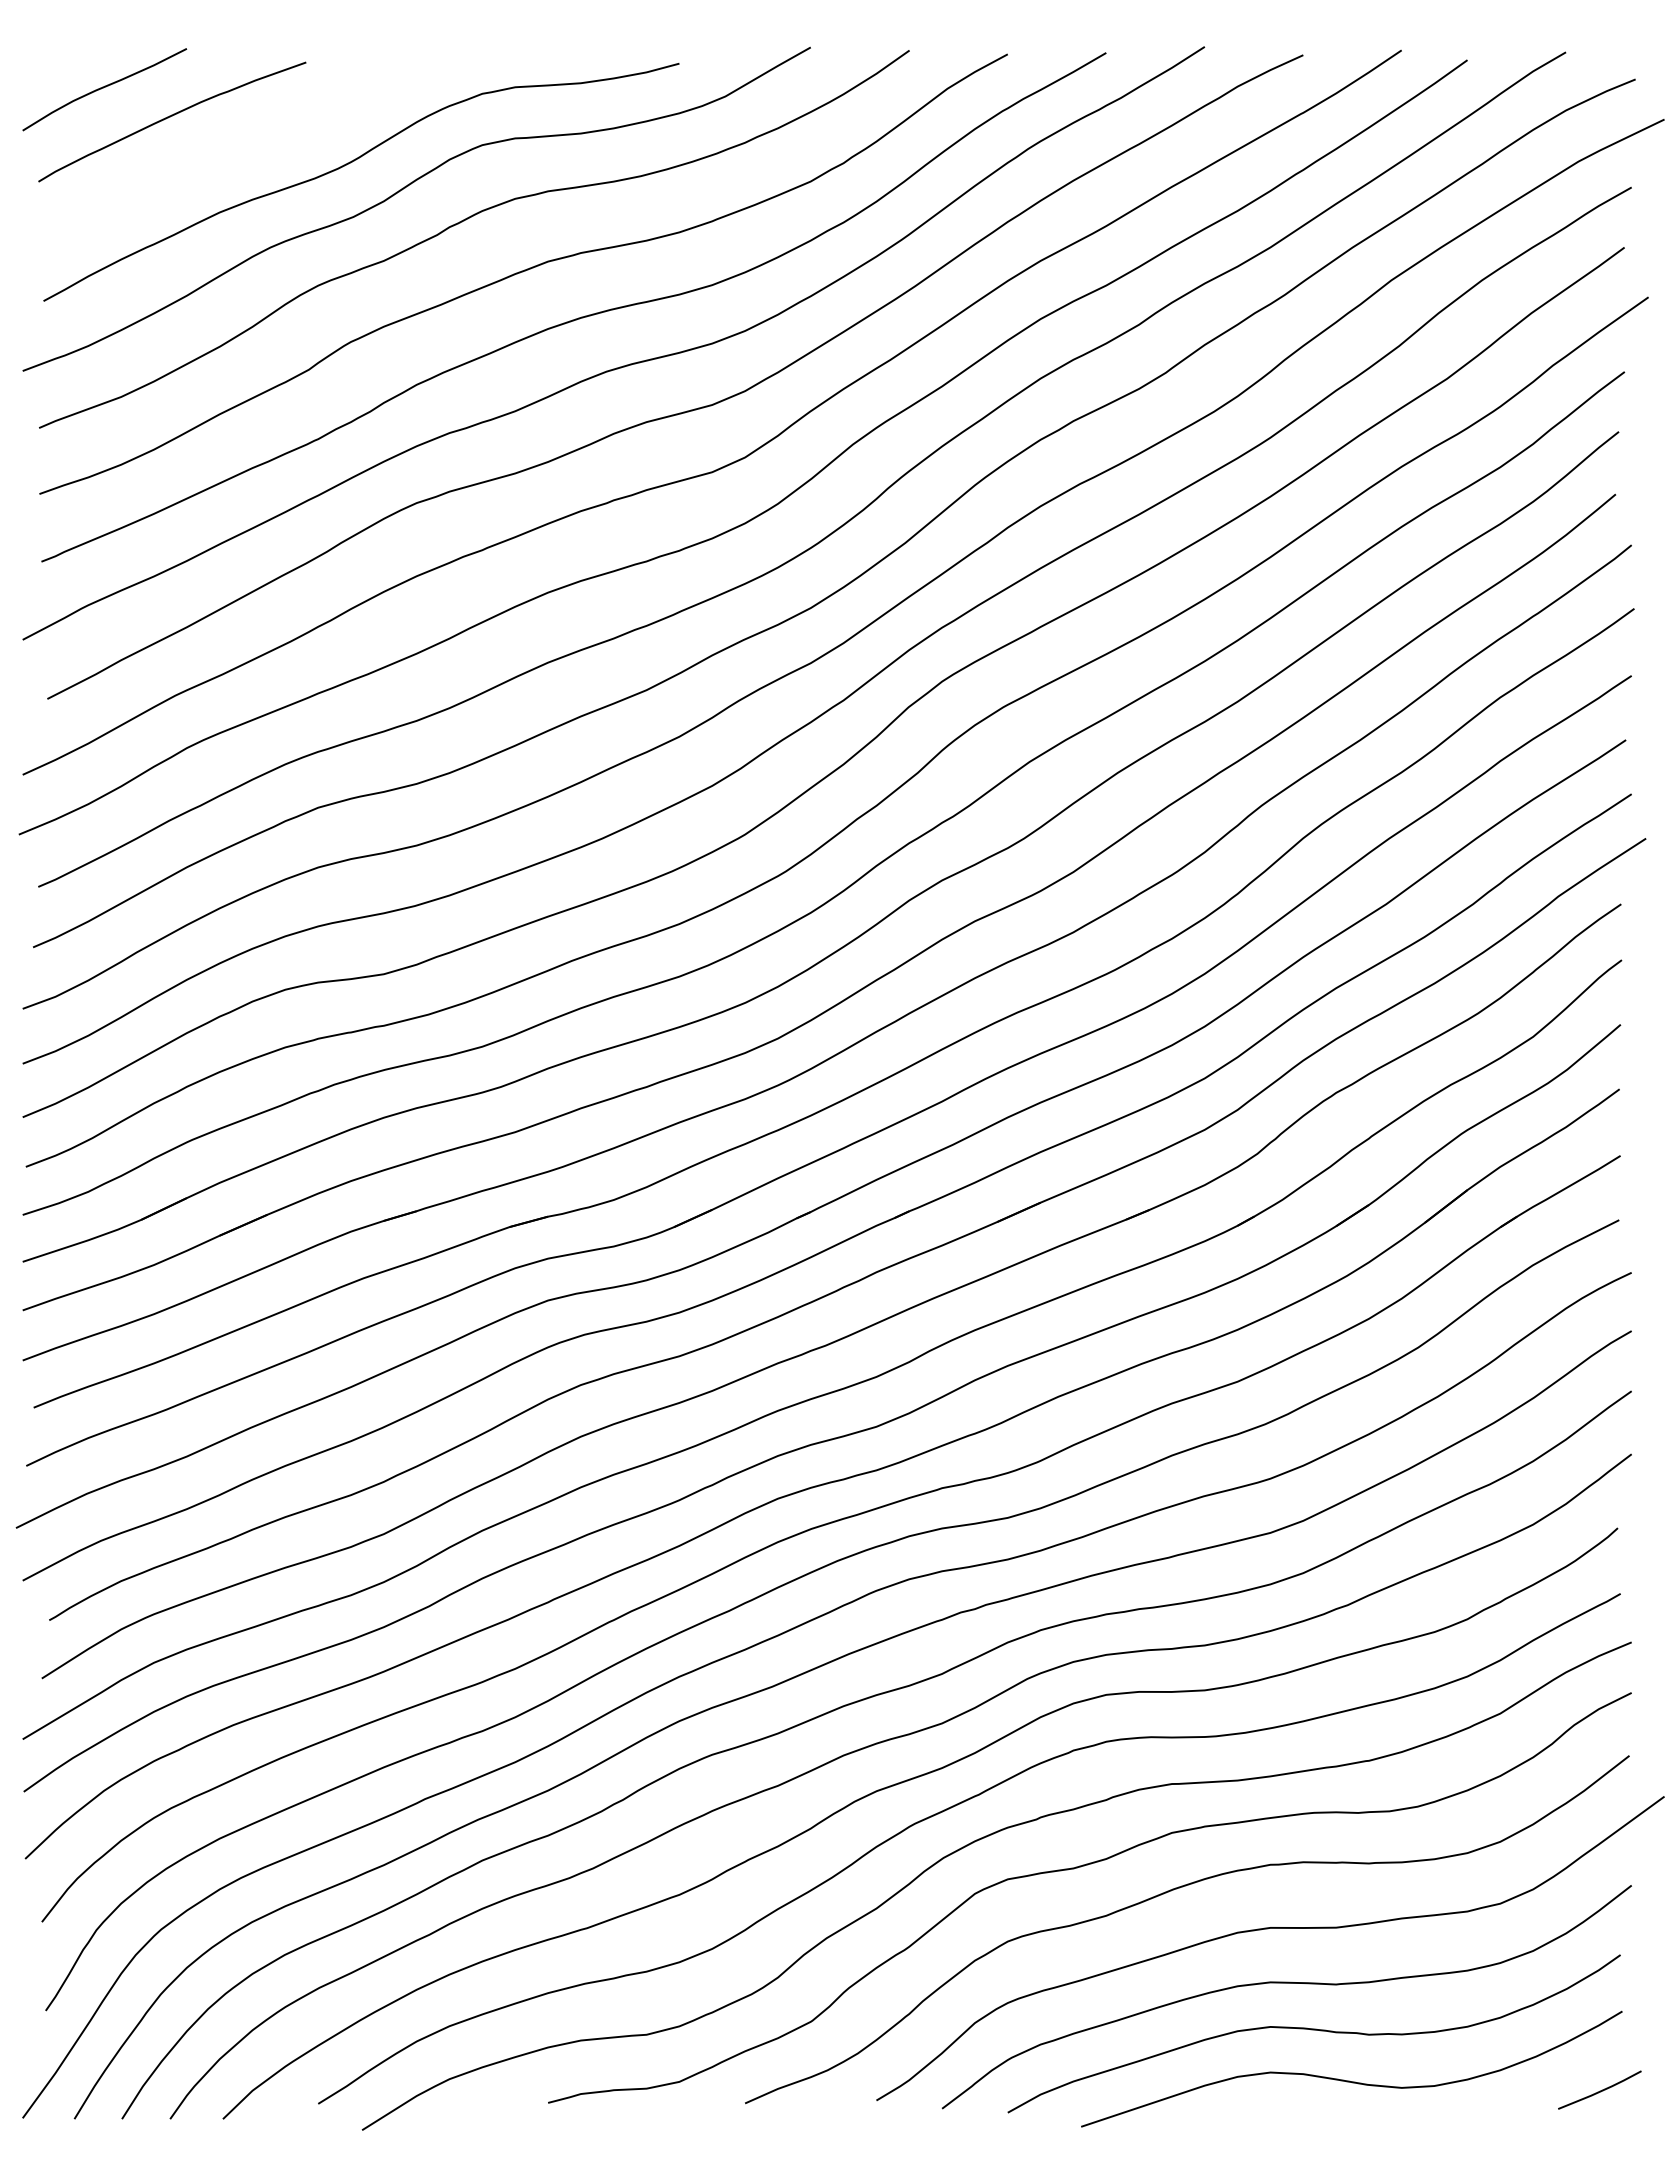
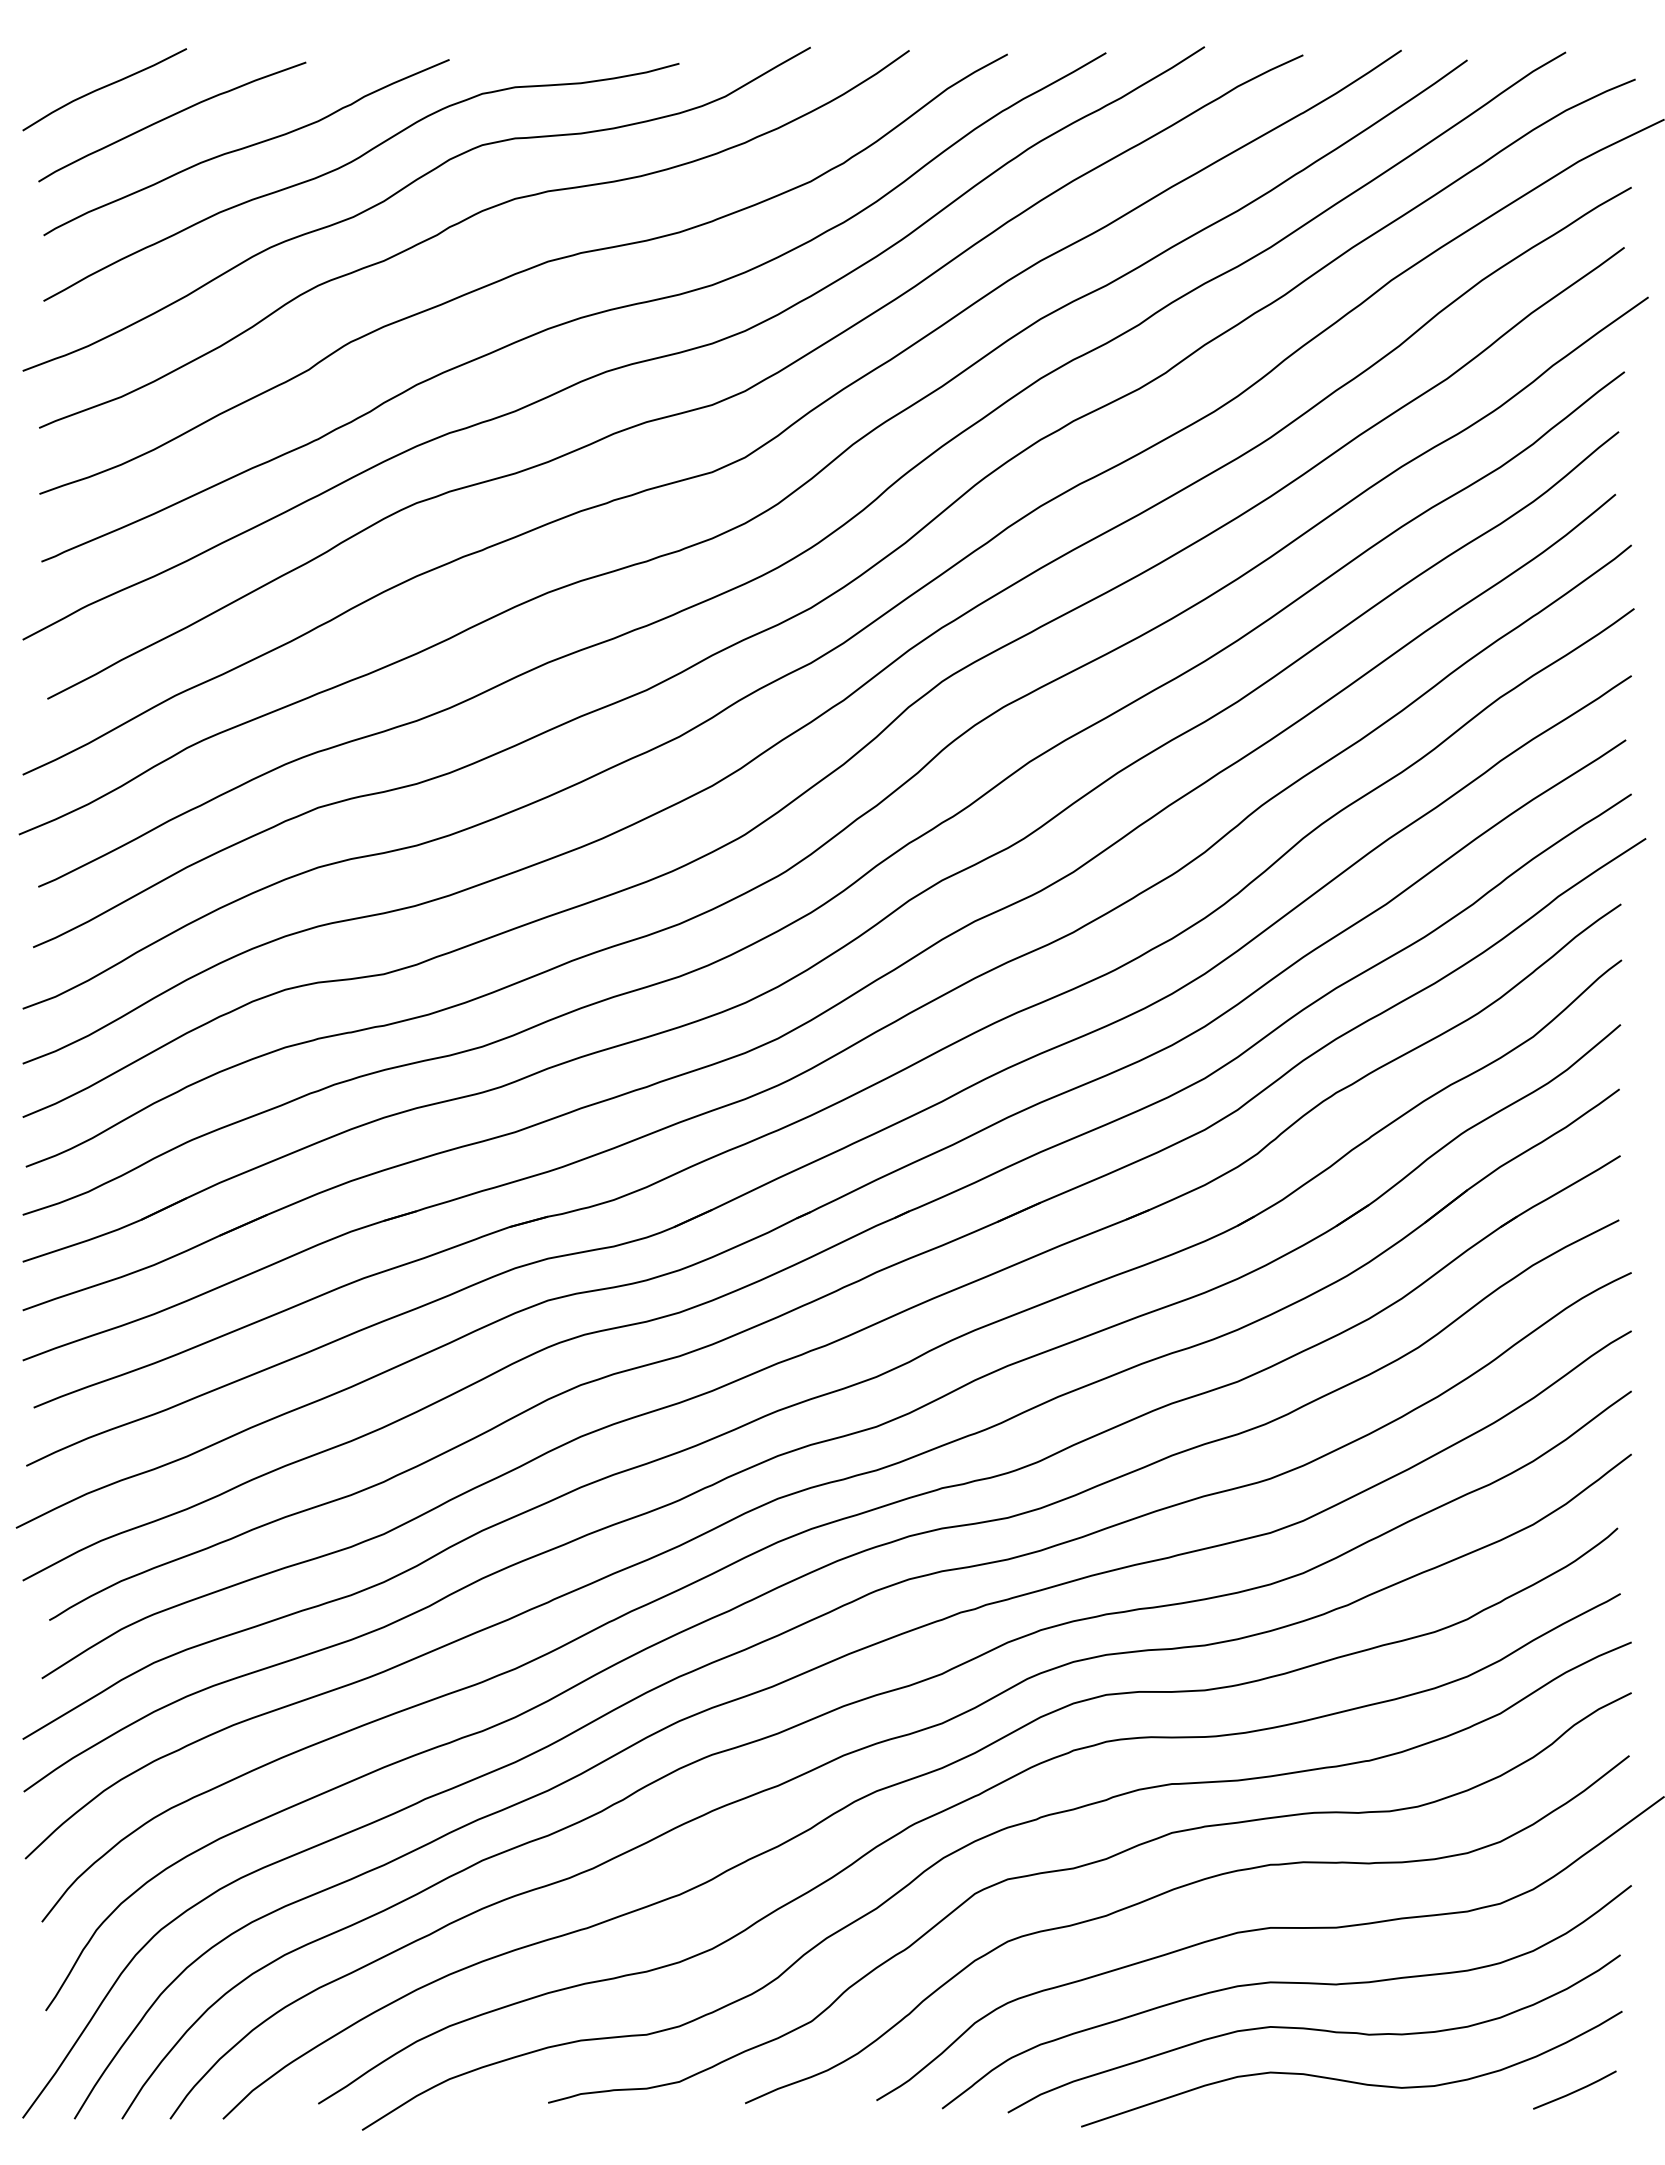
curve at (246, 147): none -> present
line at (1600, 2090) position: (1600, 2090) -> (1575, 2090)
